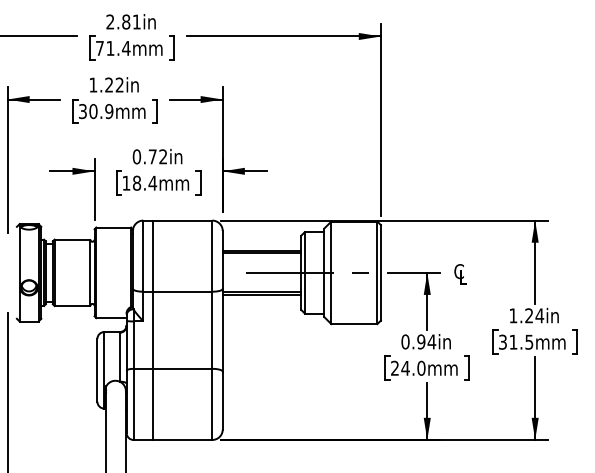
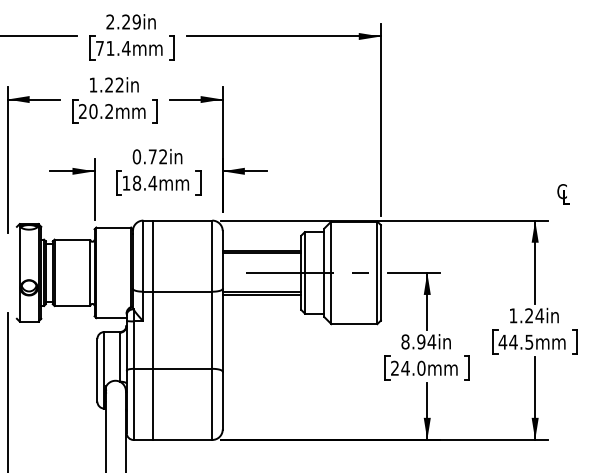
text at (131, 21): 2.81in -> 2.29in
text at (96, 111): 30.9mm -> 20.2mm
text at (460, 274) position: (460, 274) -> (563, 194)
text at (405, 341): 0.94in -> 8.94in
text at (507, 341): 31.5mm -> 44.5mm
